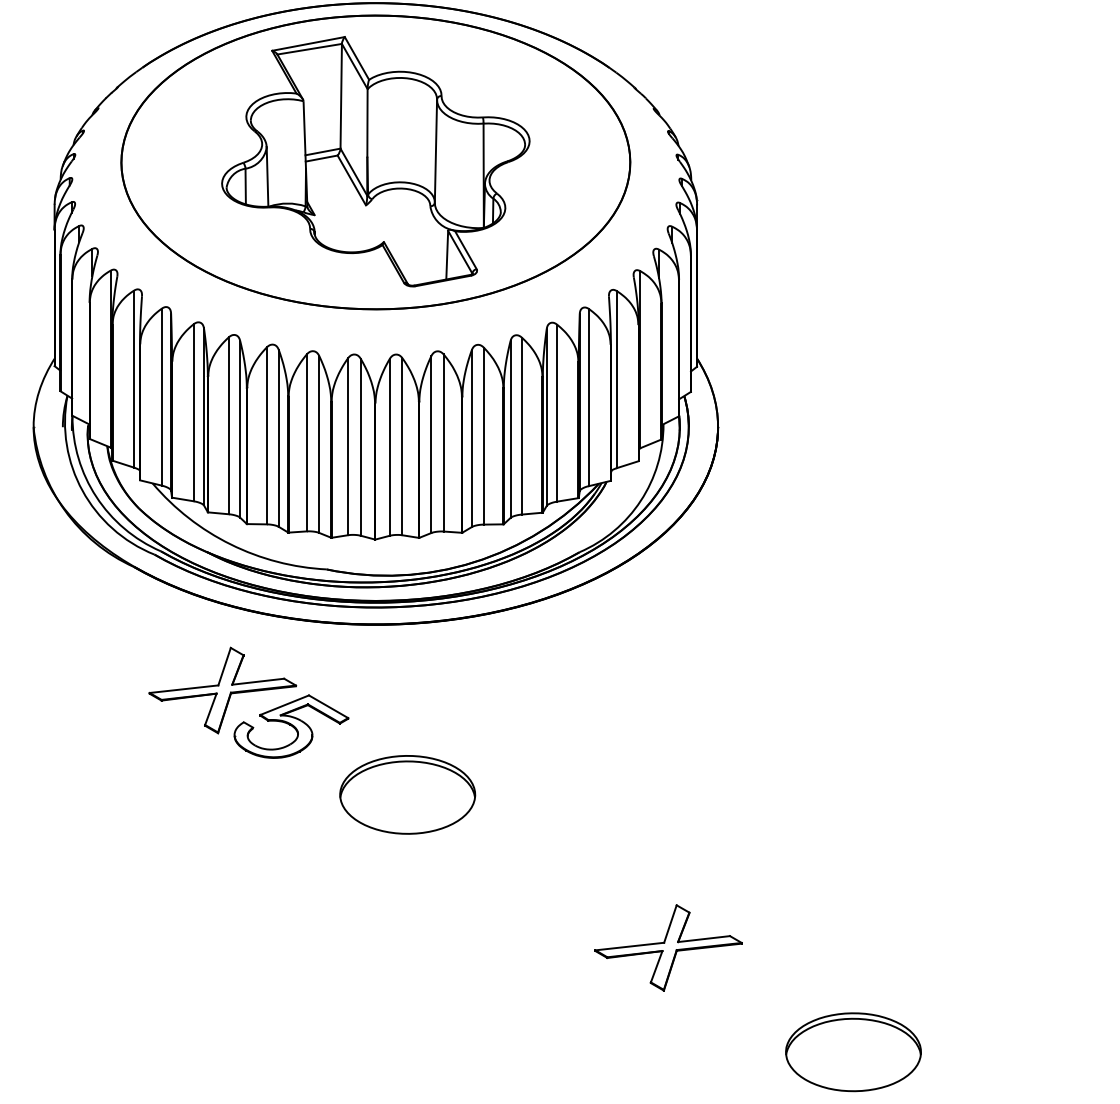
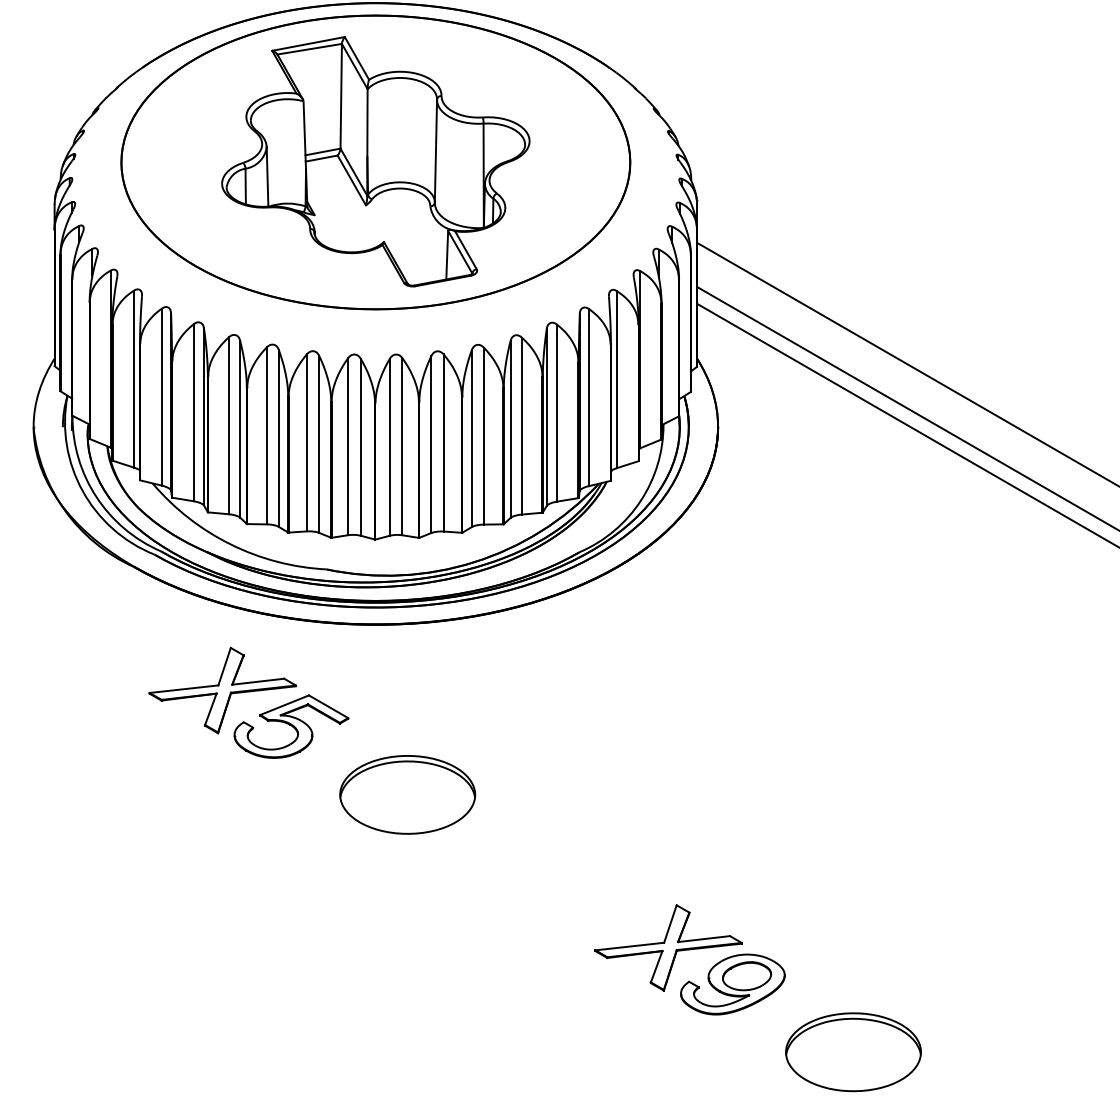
line at (906, 363): none -> present
line at (906, 407): none -> present
line at (906, 424): none -> present
part at (732, 984): none -> present
